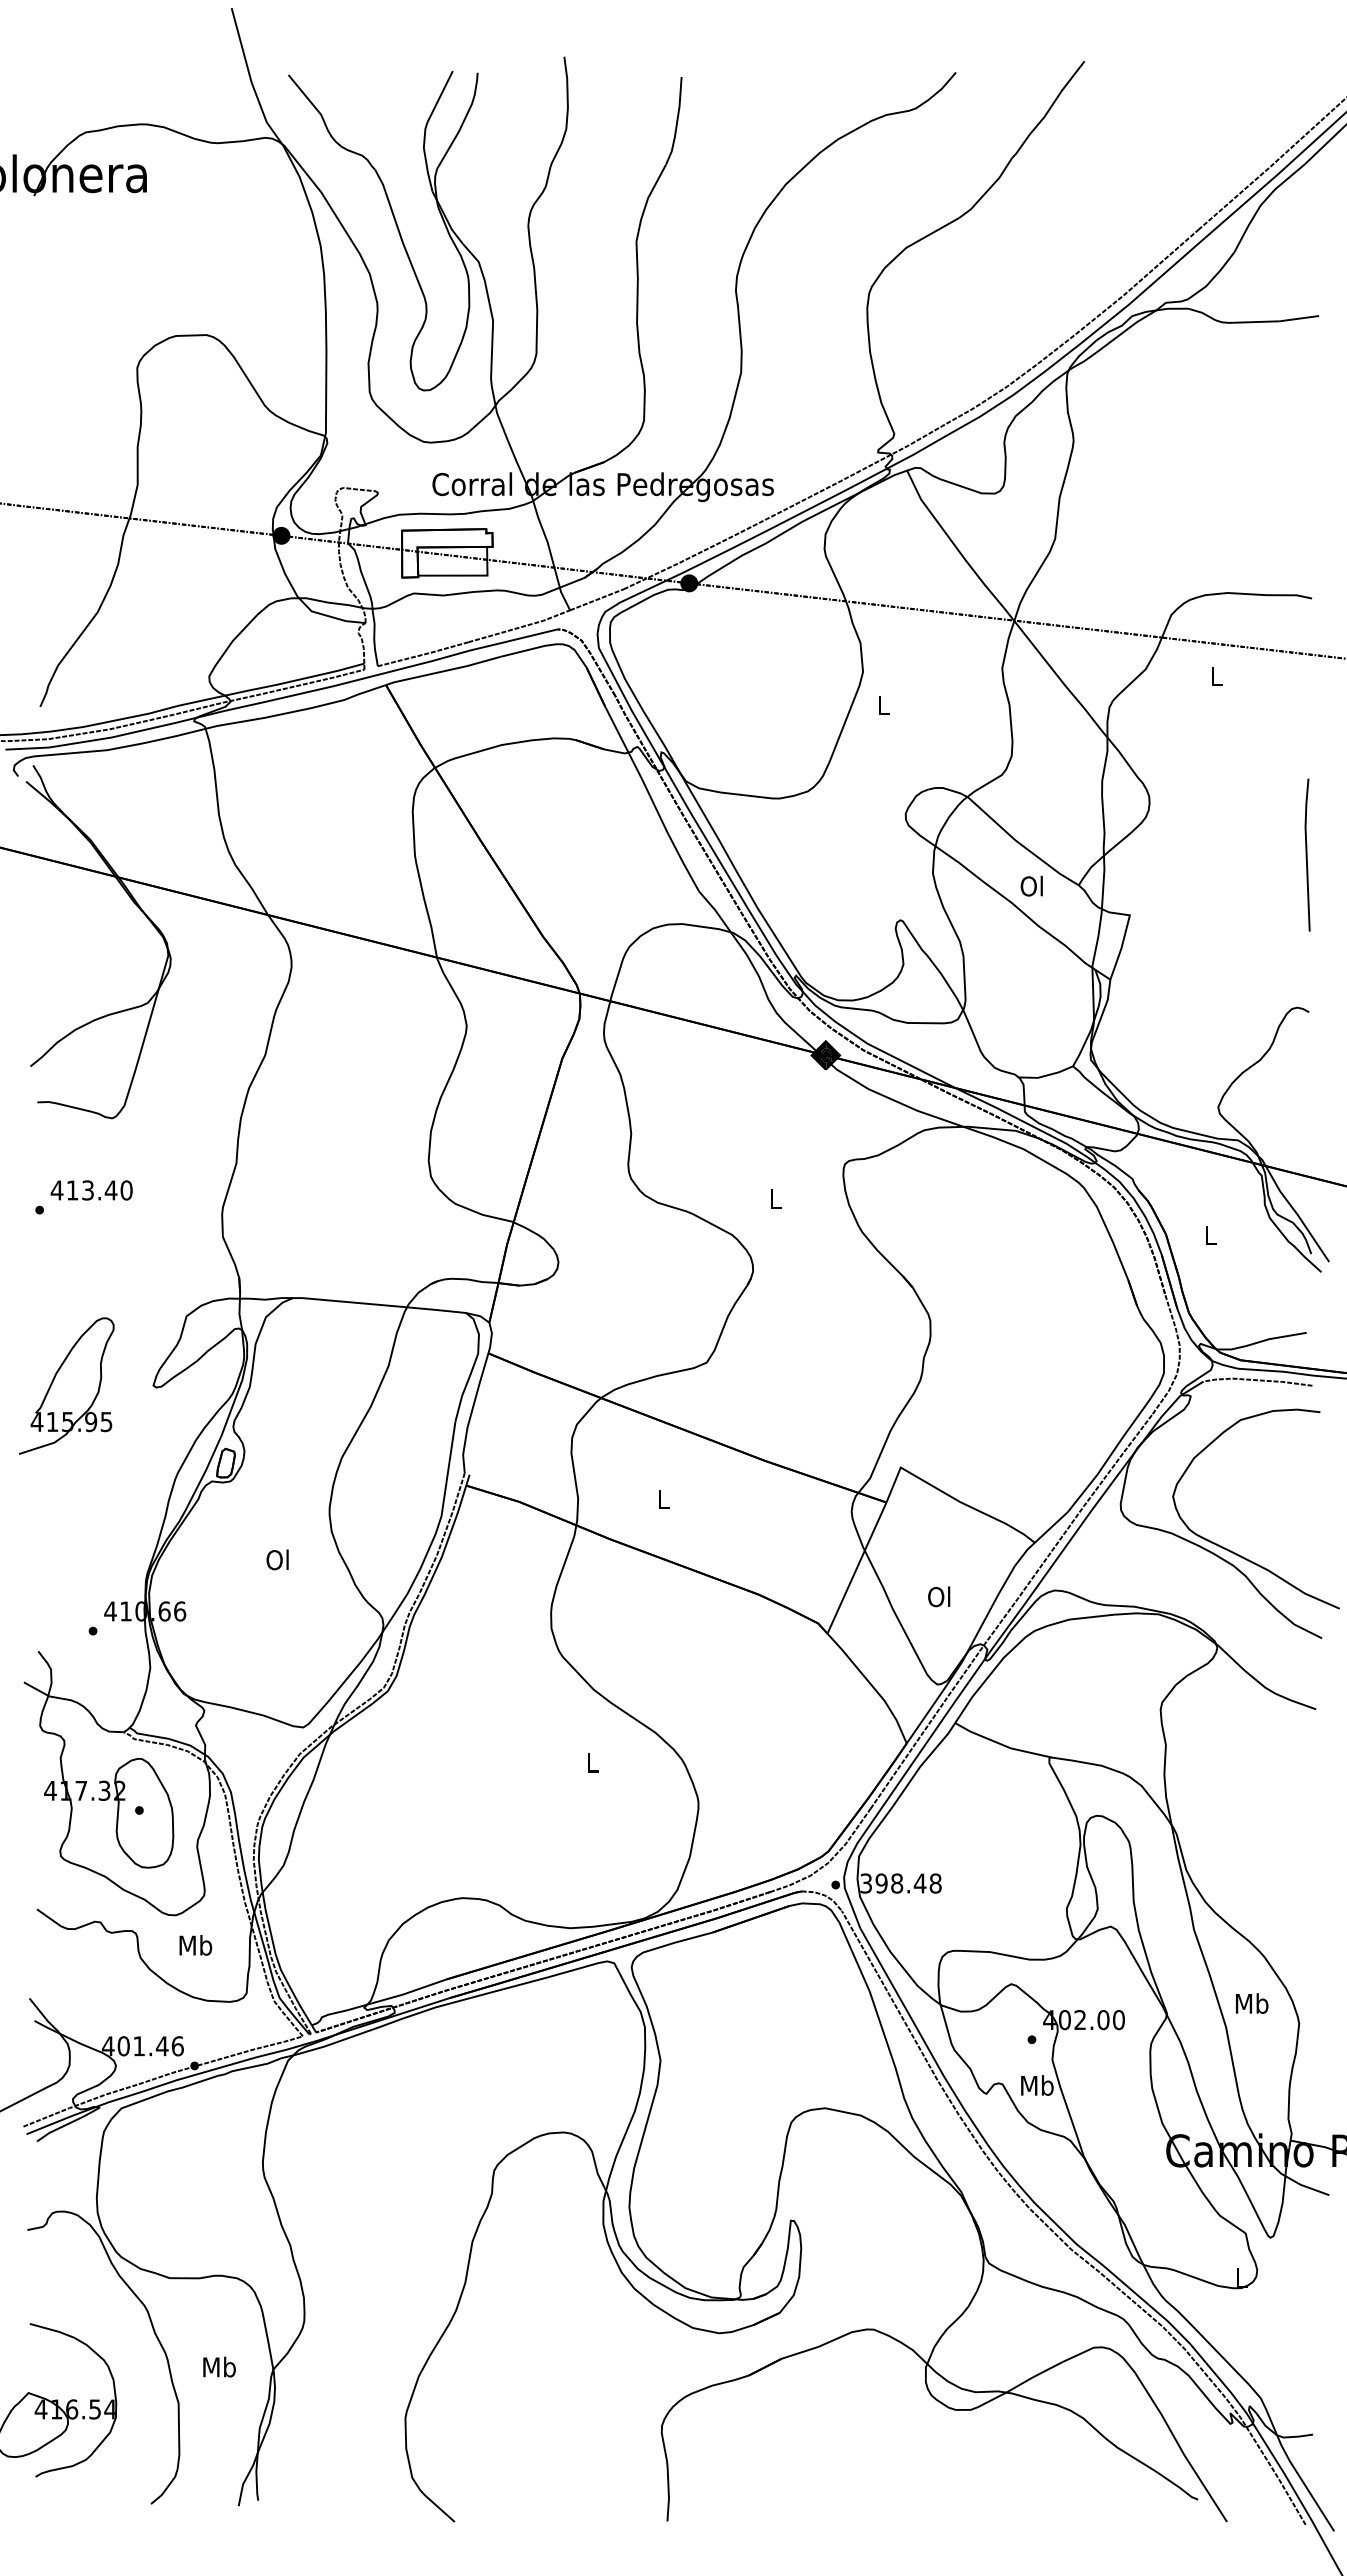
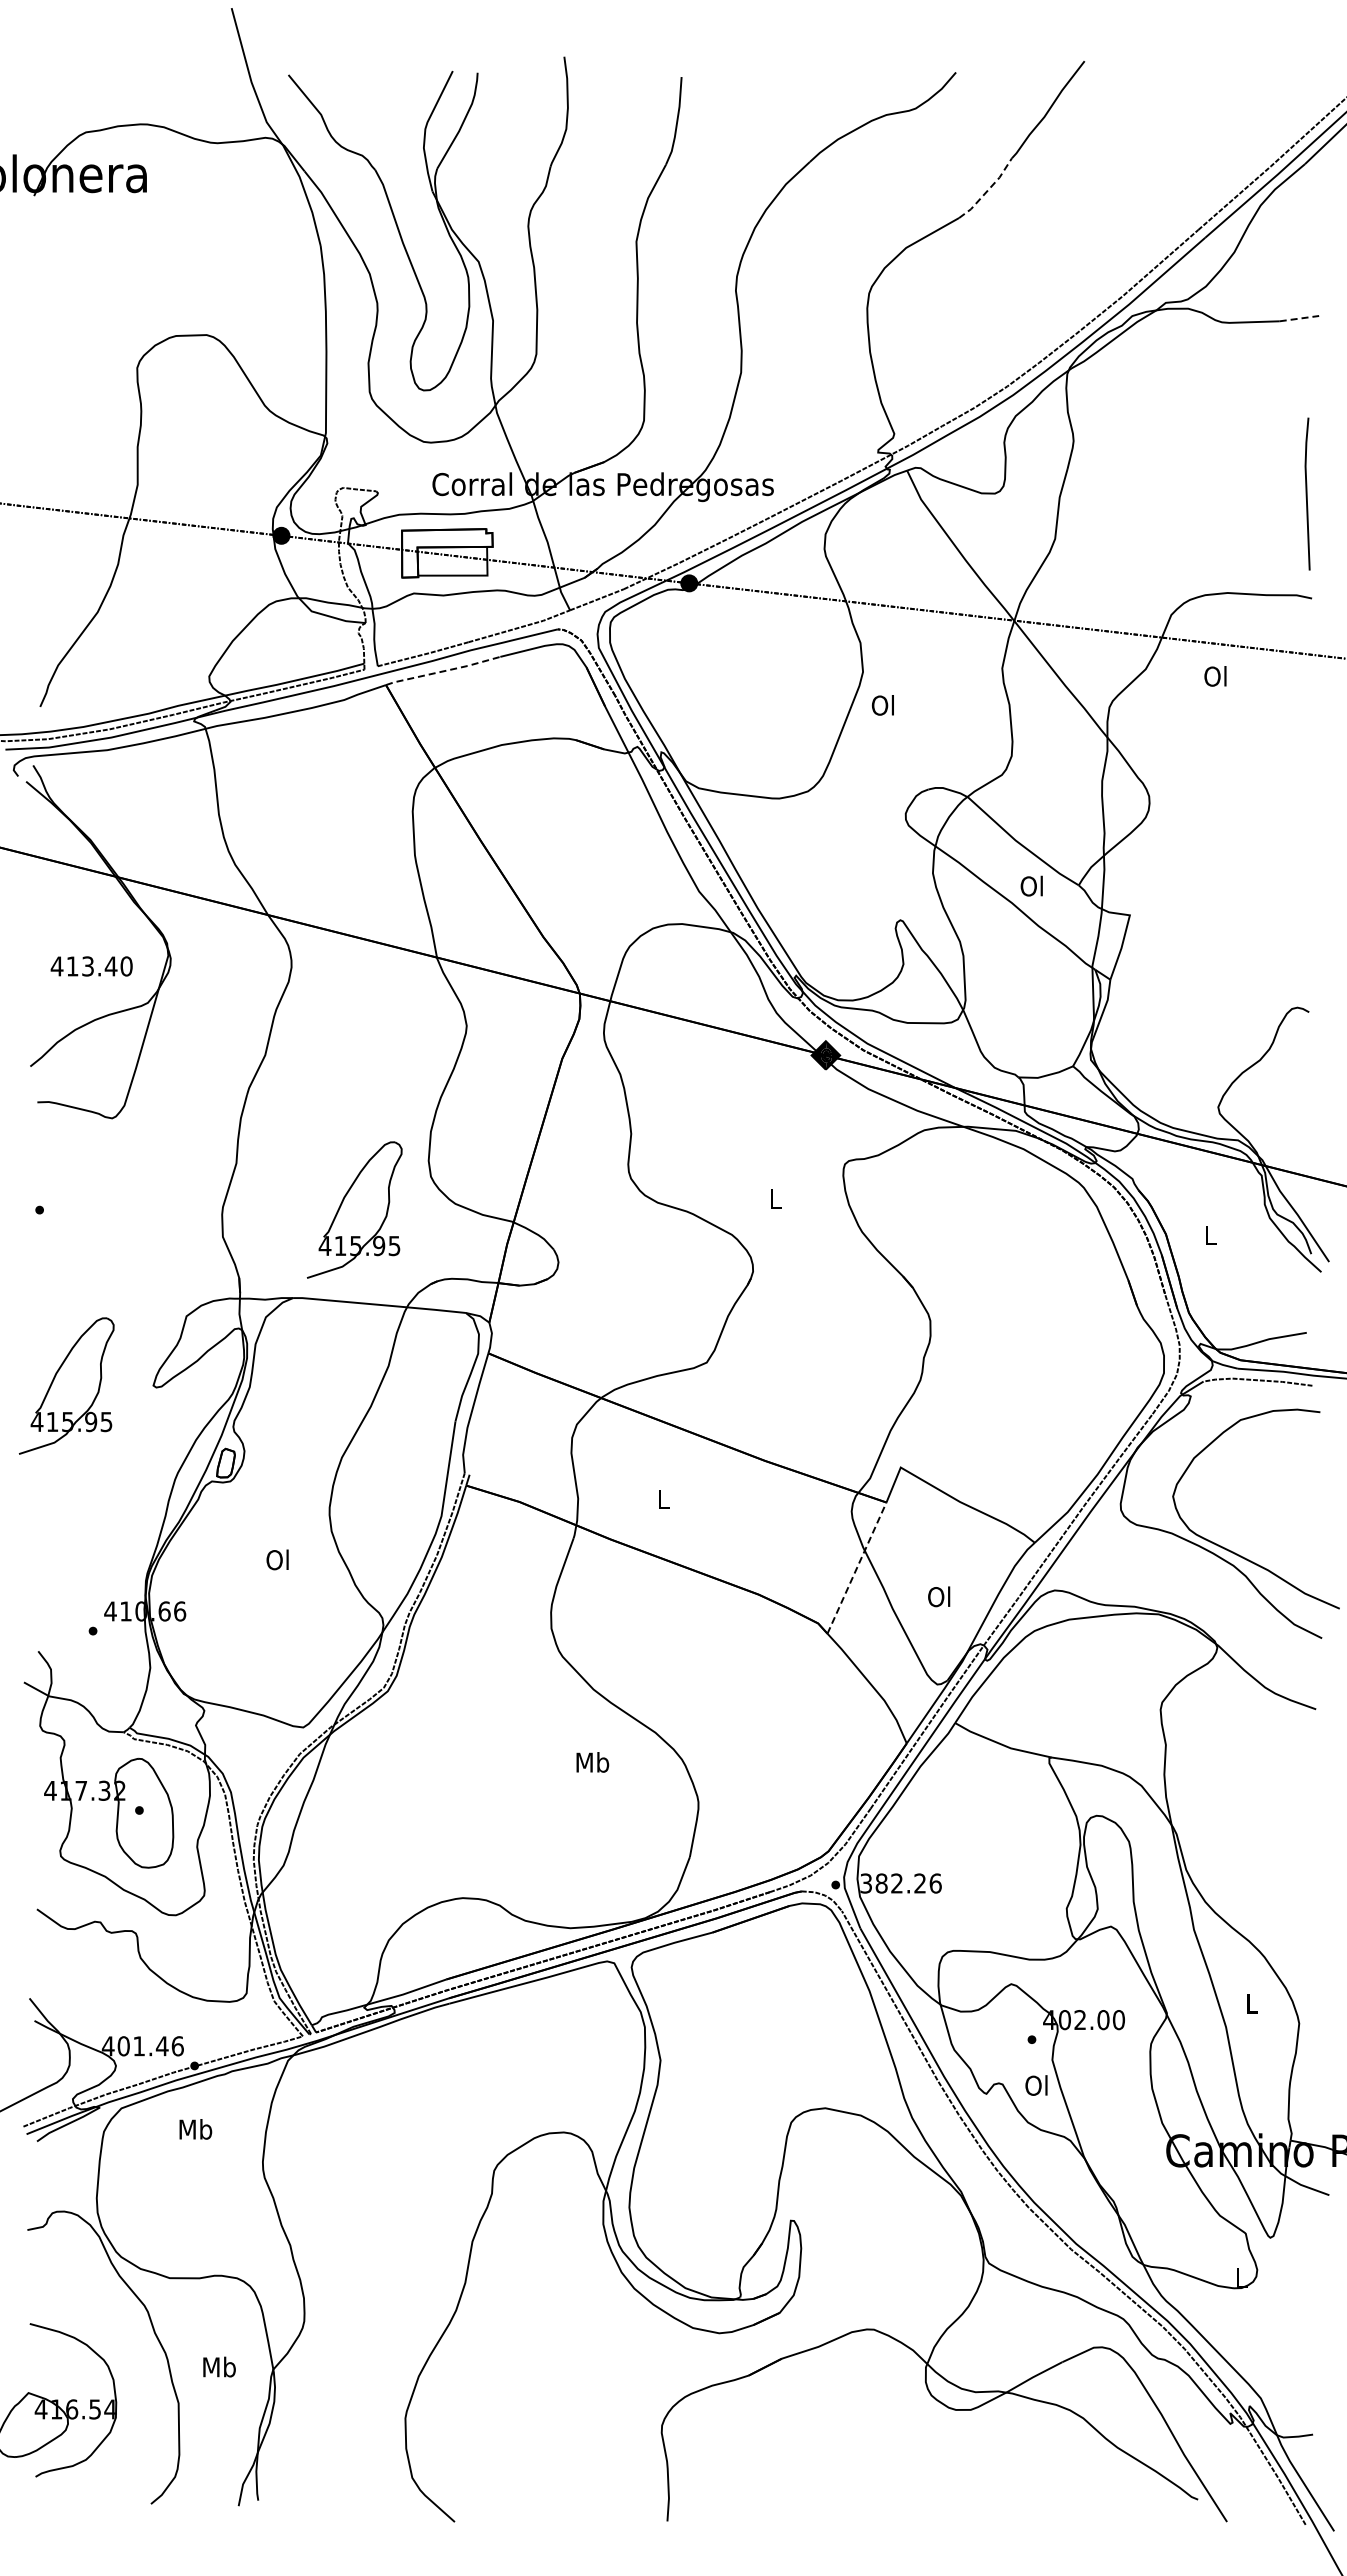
line at (988, 190): solid -> dashed
line at (1299, 318): solid -> dashed
line at (443, 671): solid -> dashed
text at (1215, 676): L -> Ol
text at (882, 705): L -> Ol
line at (1307, 854) position: (1307, 854) -> (1307, 493)
text at (91, 1190) position: (91, 1190) -> (91, 966)
part at (342, 1204): none -> present
line at (856, 1568): solid -> dashed
text at (592, 1762): L -> Mb
text at (908, 1883): 398.48 -> 382.26
text at (195, 1945) position: (195, 1945) -> (195, 2129)
text at (1252, 2003): Mb -> L
text at (1037, 2085): Mb -> Ol
